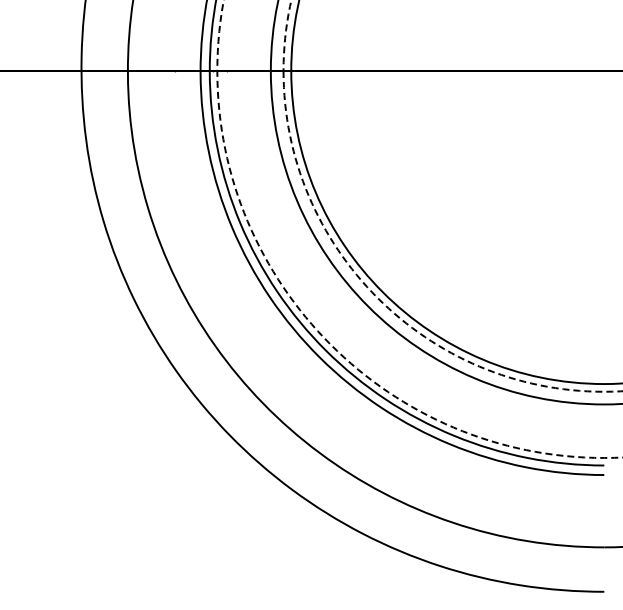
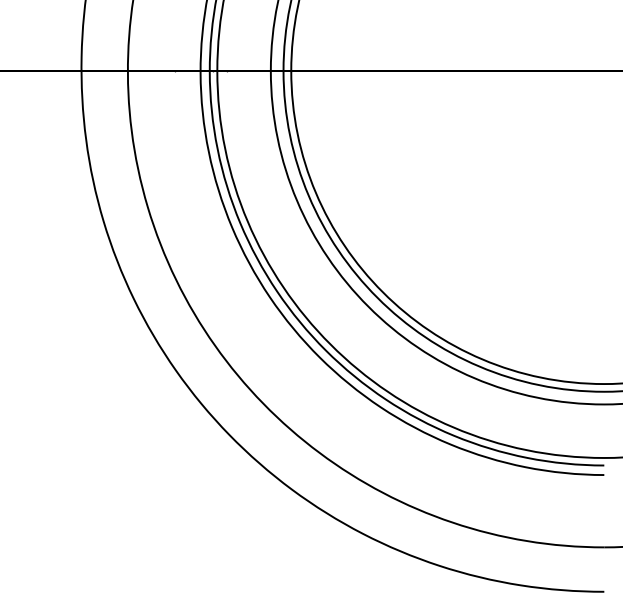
circle at (452, 195): dashed -> solid
circle at (419, 228): dashed -> solid
